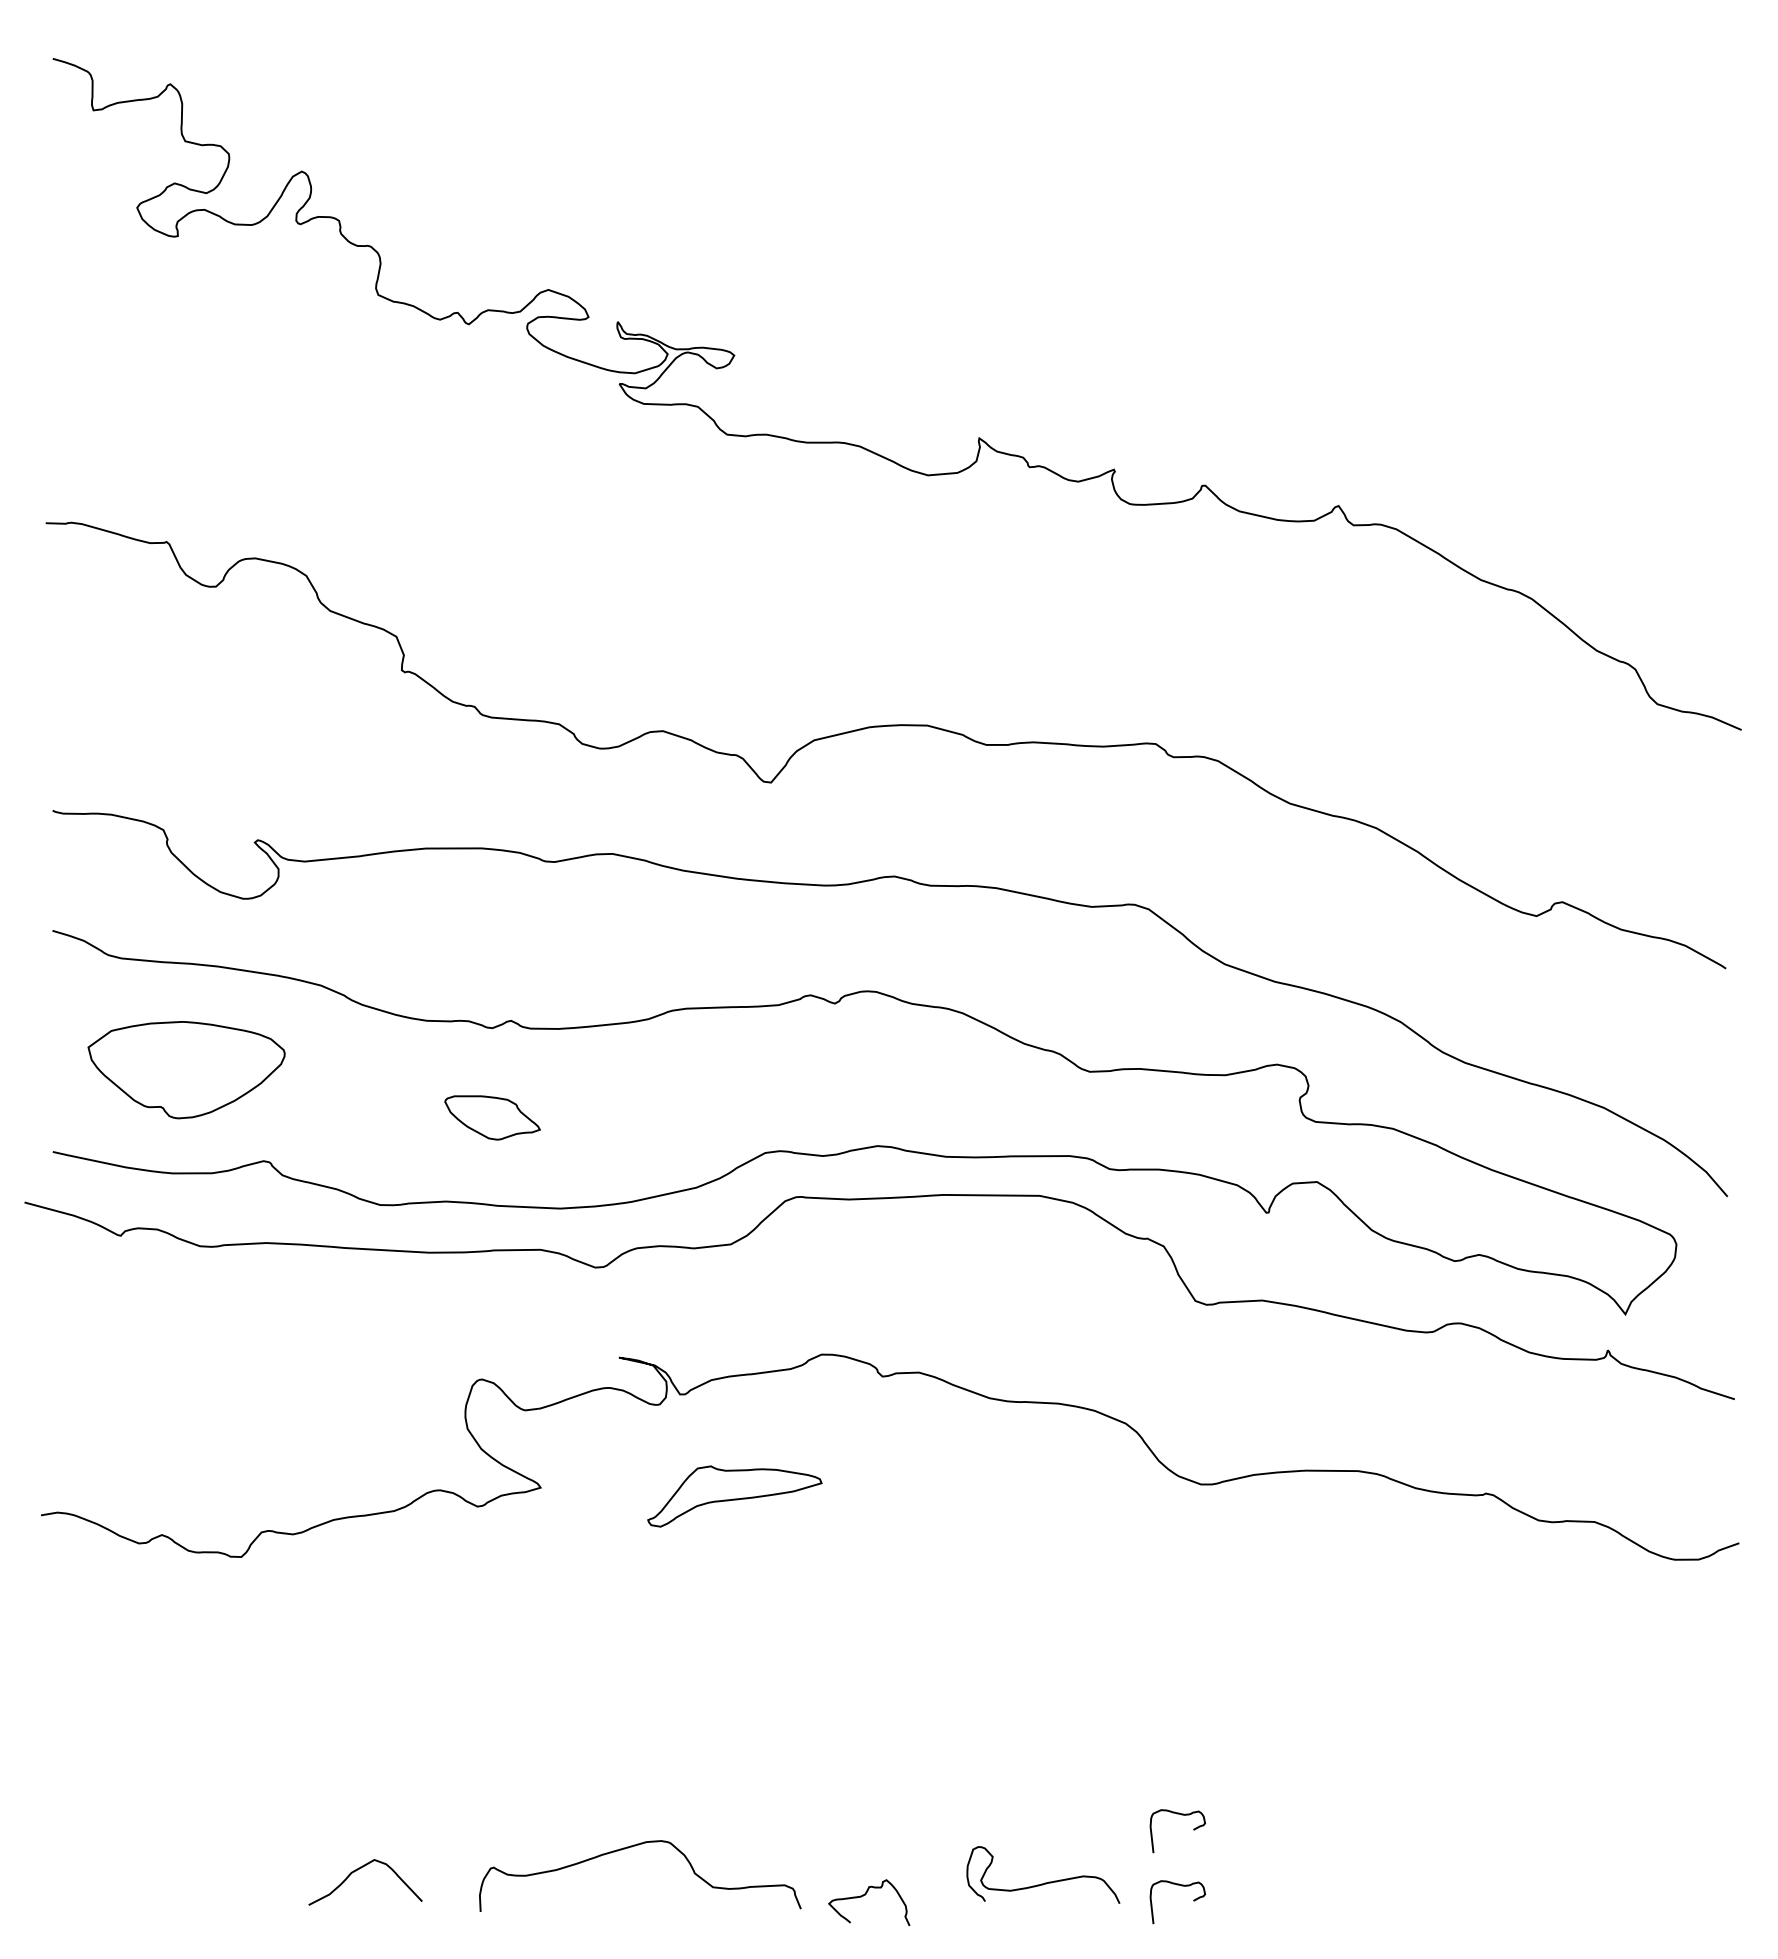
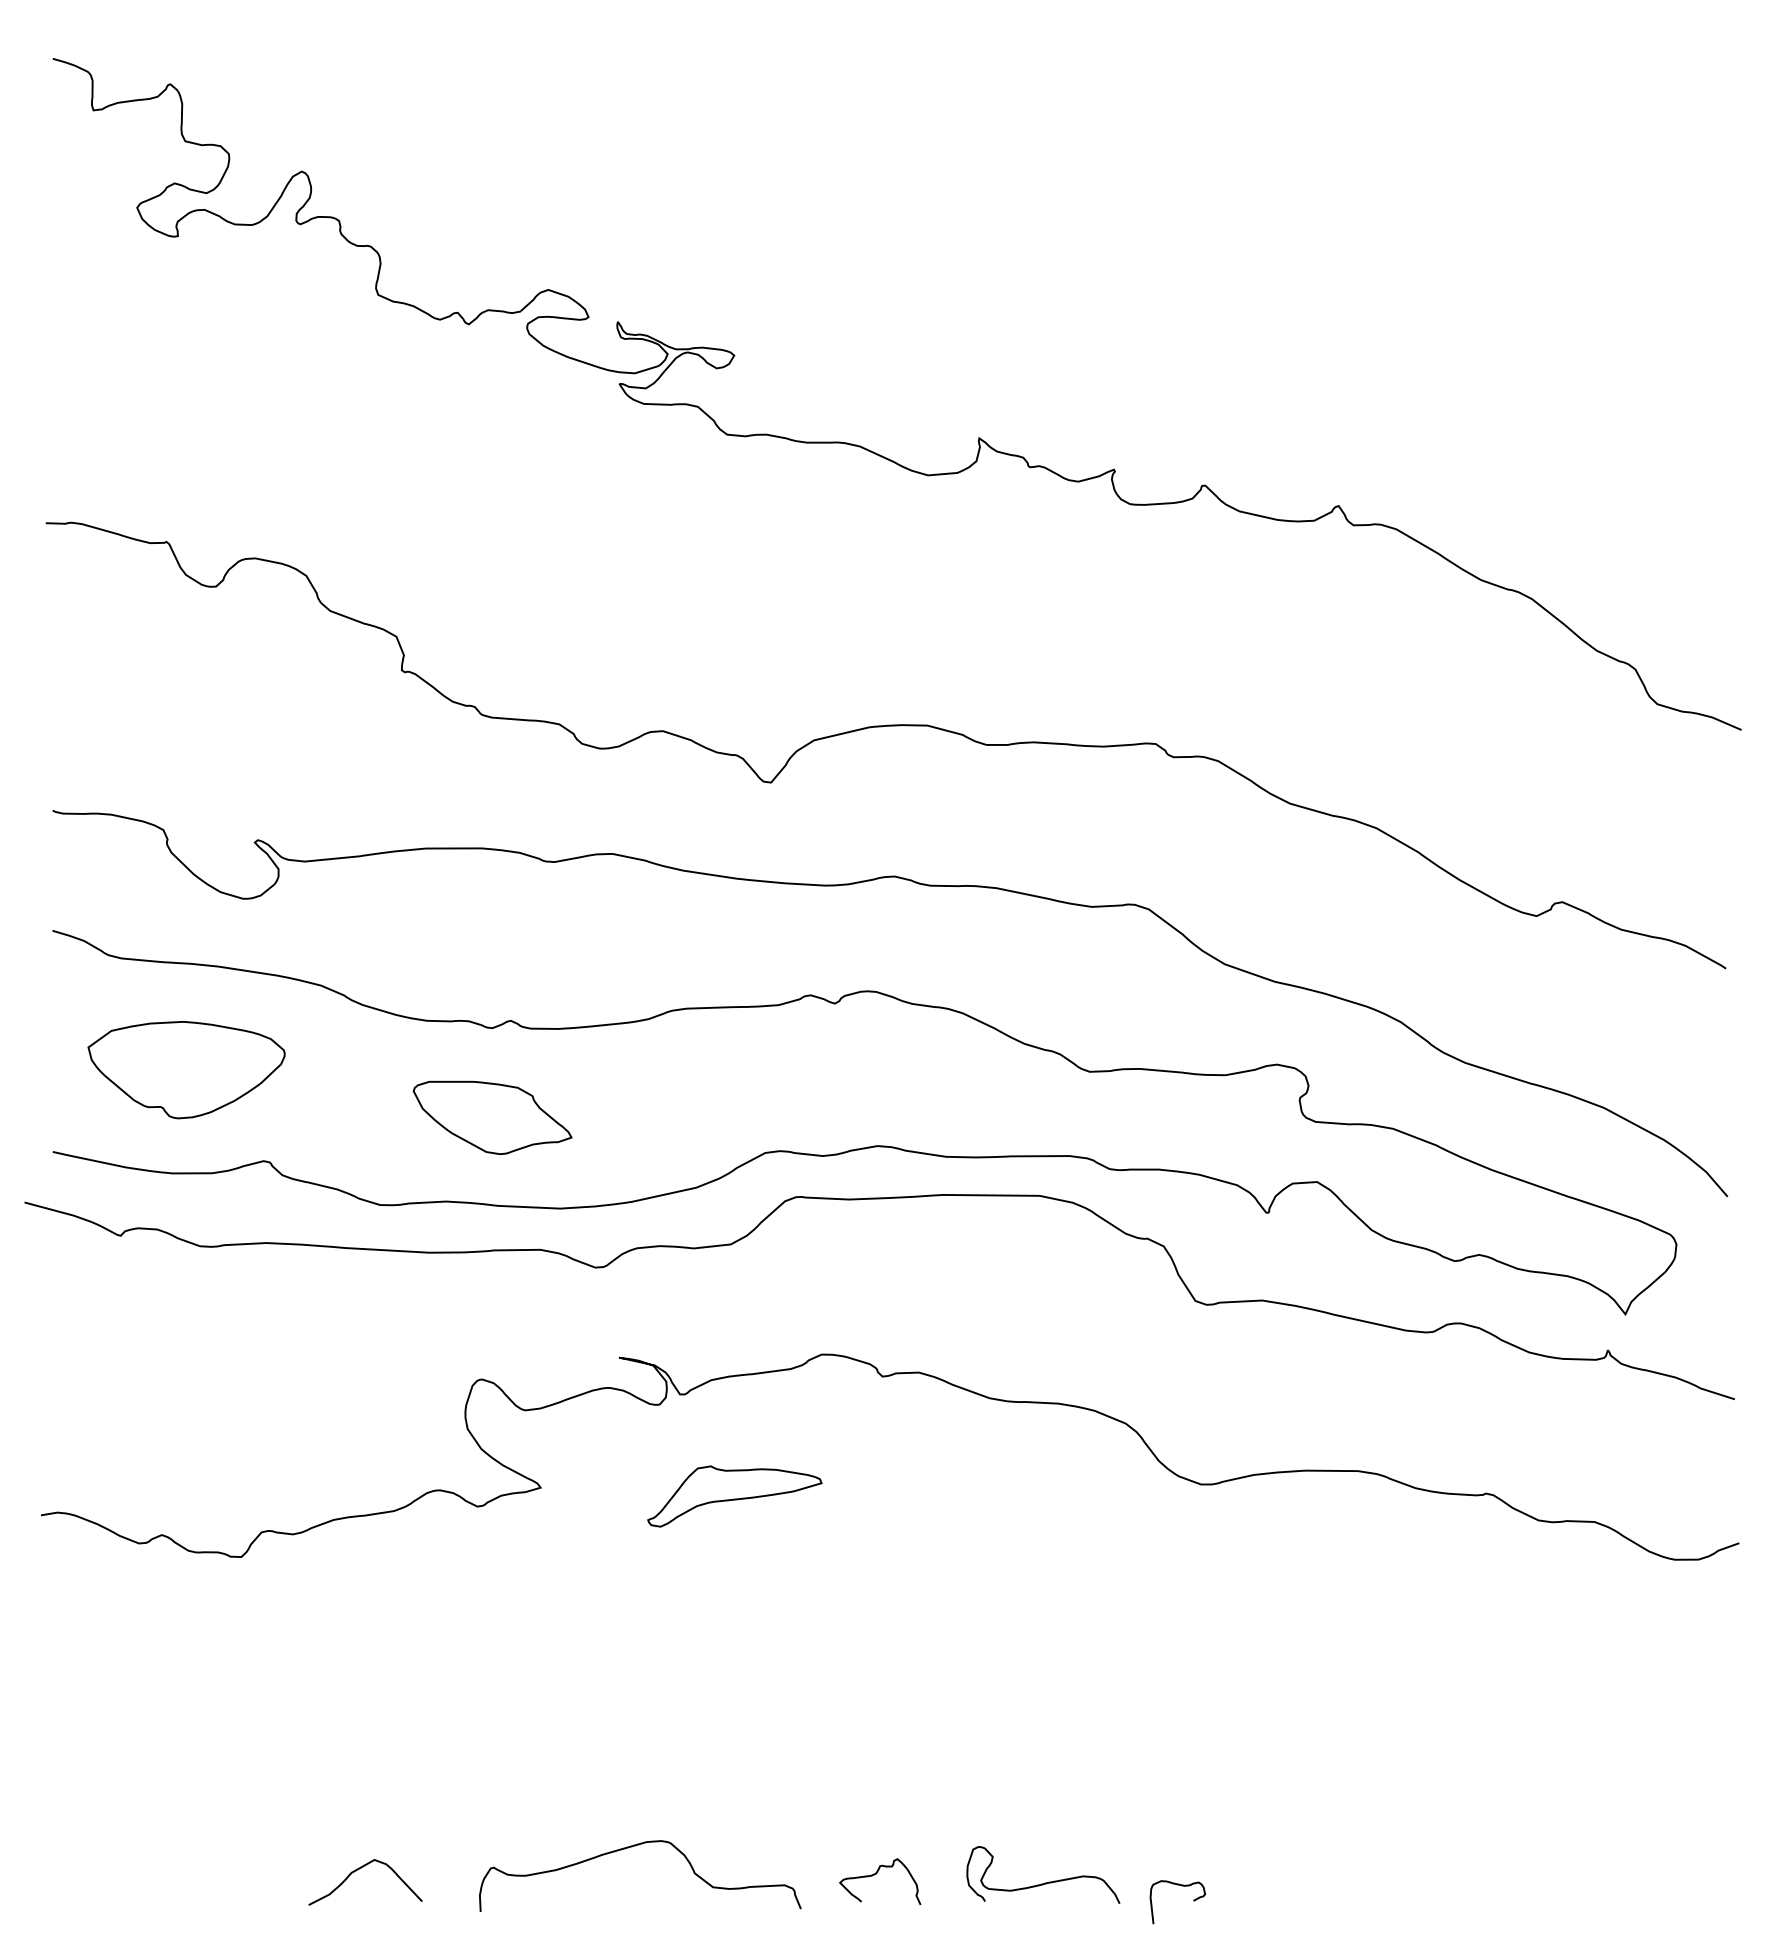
part at (492, 1117) size: 97x46 px -> 161x76 px
curve at (1193, 1830): present -> none
curve at (865, 1895) position: (865, 1895) -> (876, 1874)
